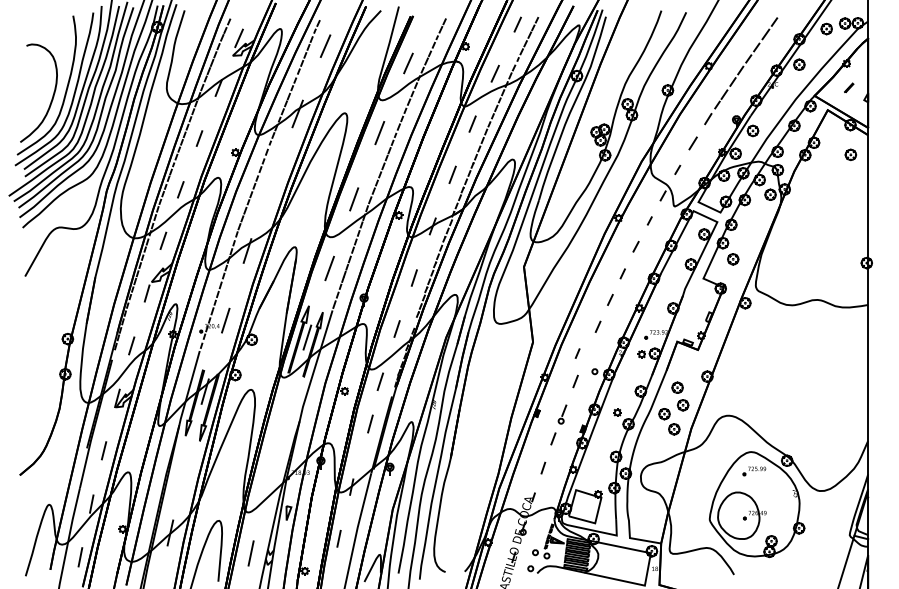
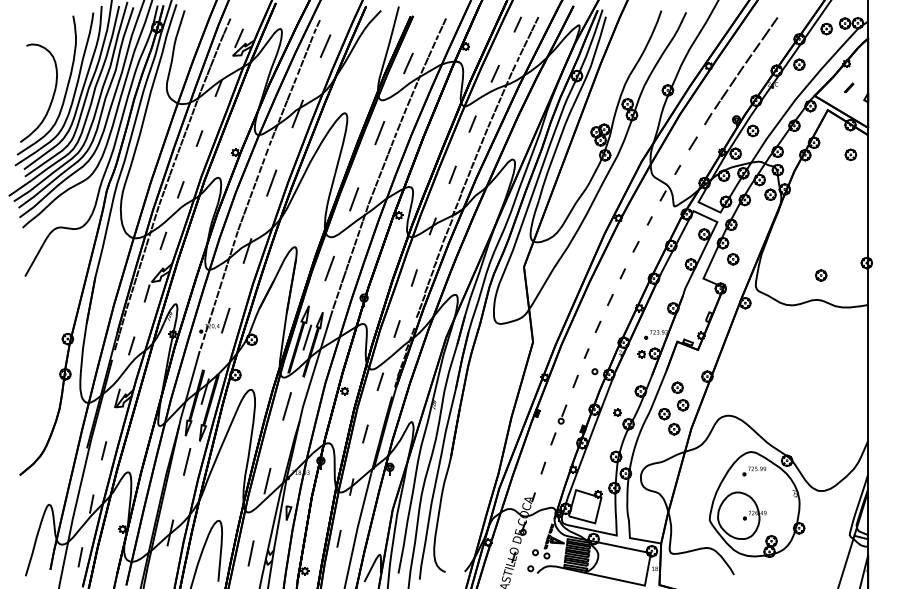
line at (271, 182): none -> present
part at (821, 275): none -> present
line at (577, 353) position: (577, 353) -> (586, 353)
line at (286, 406): none -> present
line at (370, 423) position: (370, 423) -> (365, 433)
line at (186, 461): none -> present
line at (267, 480): none -> present
